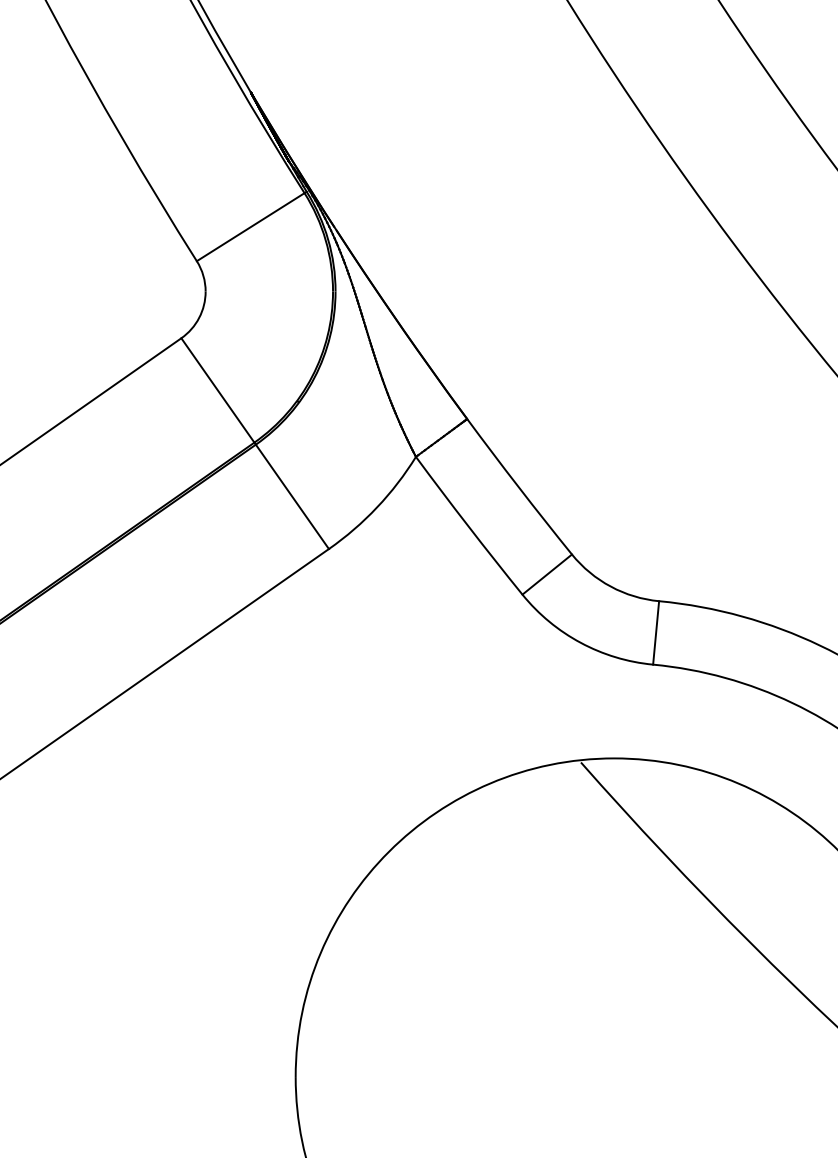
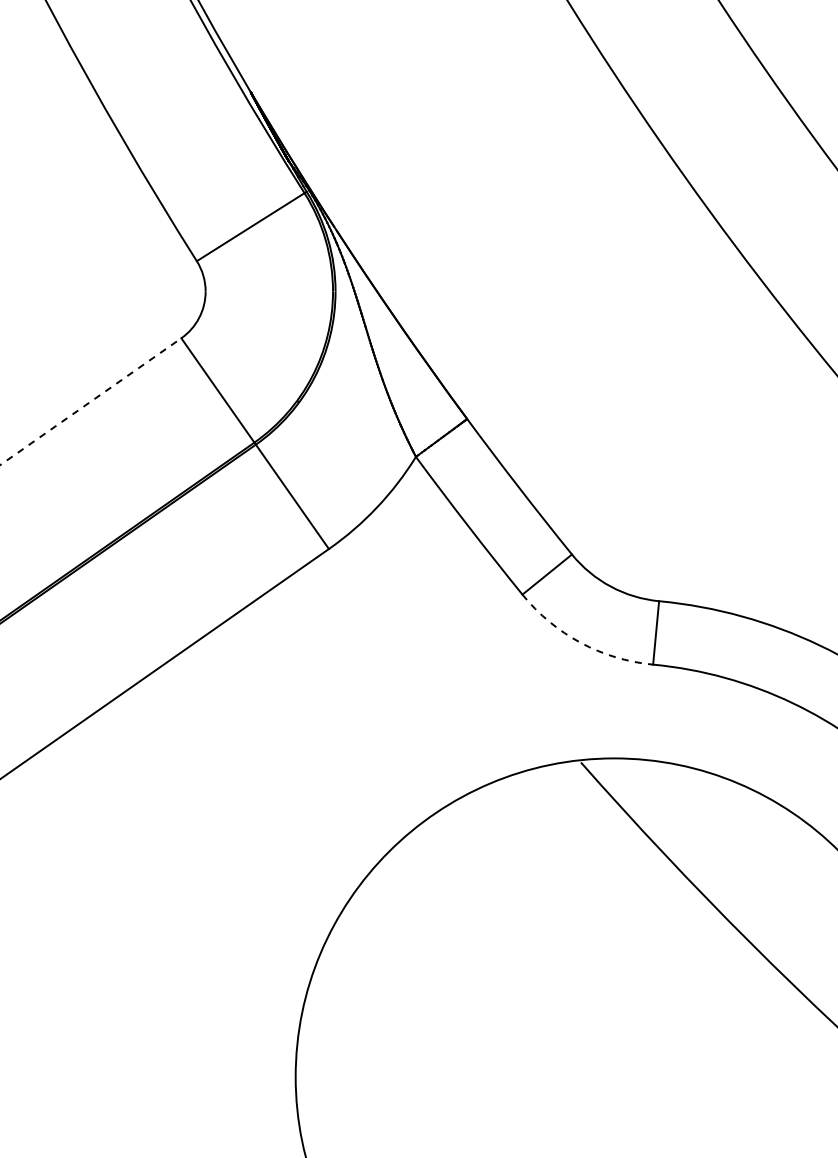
line at (91, 401): solid -> dashed
arc at (580, 642): solid -> dashed
